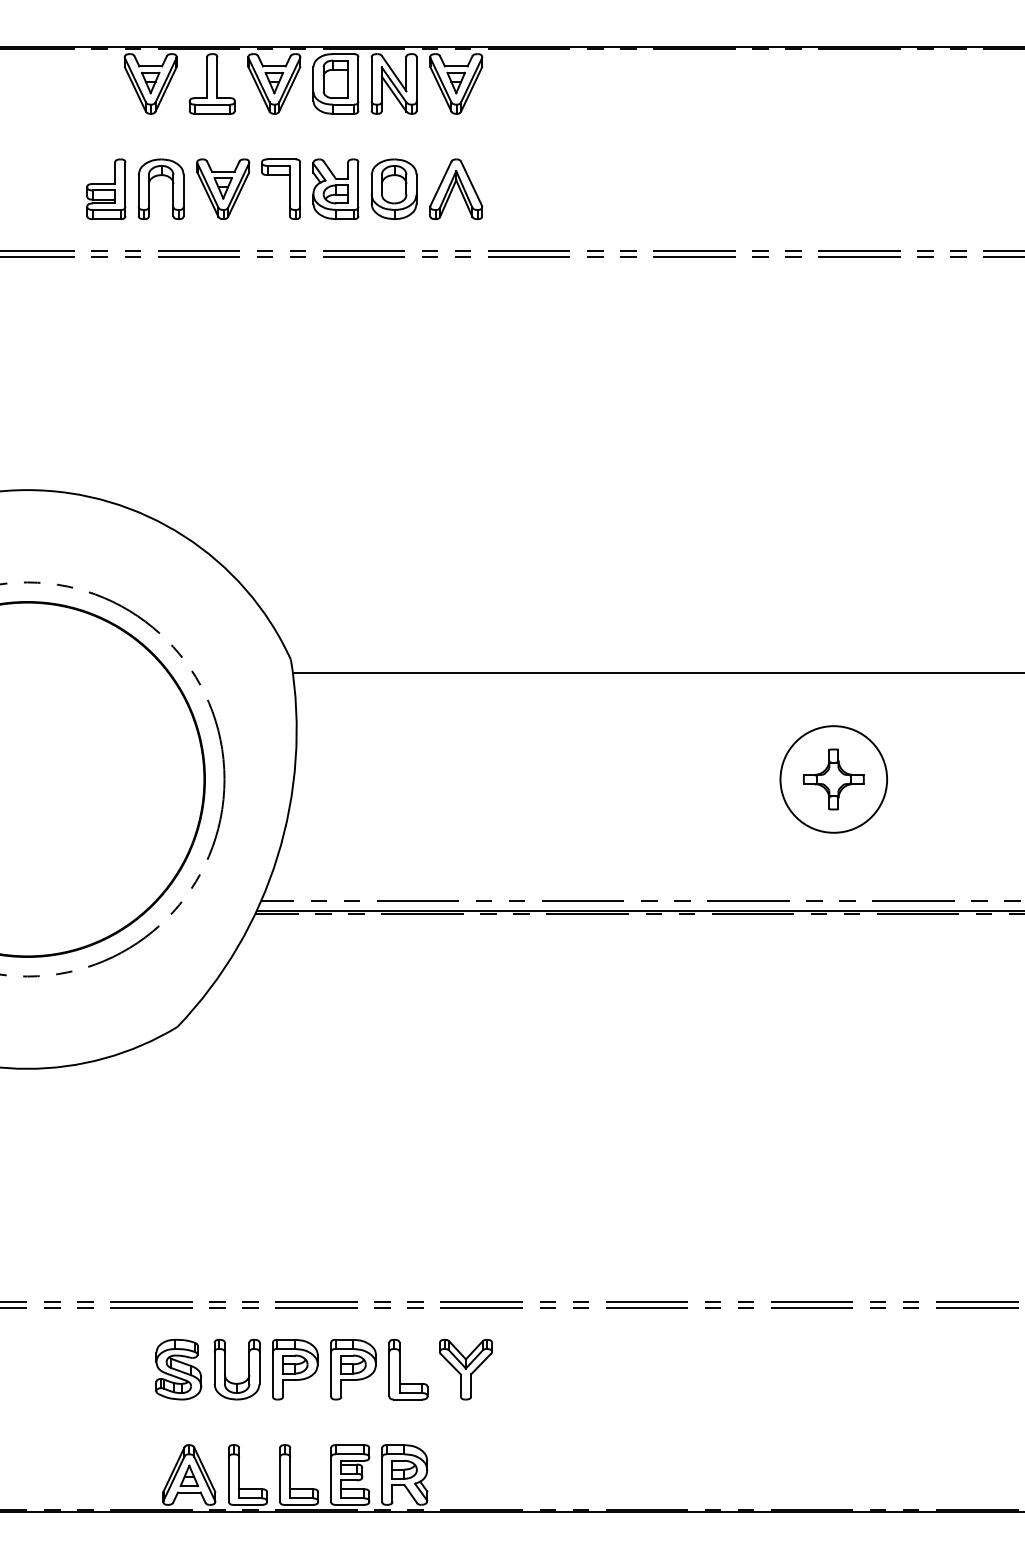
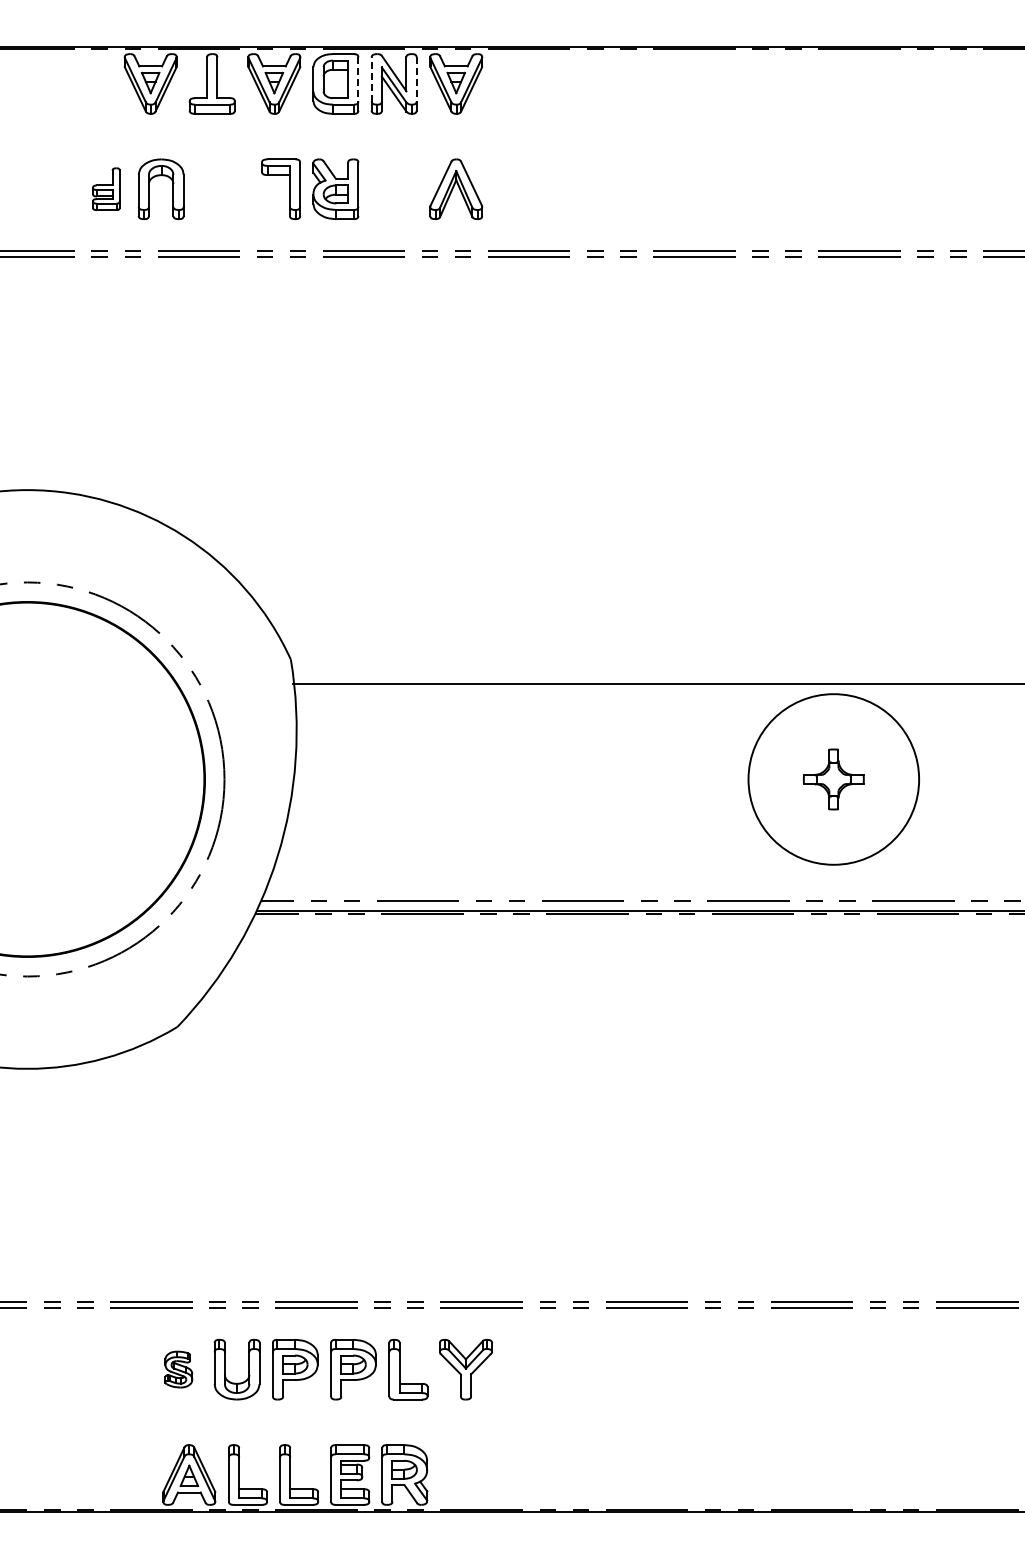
line at (371, 78): solid -> dashed
line at (358, 79): solid -> dashed
line at (416, 79): solid -> dashed
part at (106, 188) size: 41x62 px -> 29x44 px
part at (223, 188): present -> none
part at (393, 188): present -> none
line at (656, 673) position: (656, 673) -> (656, 684)
circle at (833, 779) diameter: 107 px -> 171 px
part at (178, 1369) size: 48x63 px -> 30x39 px
